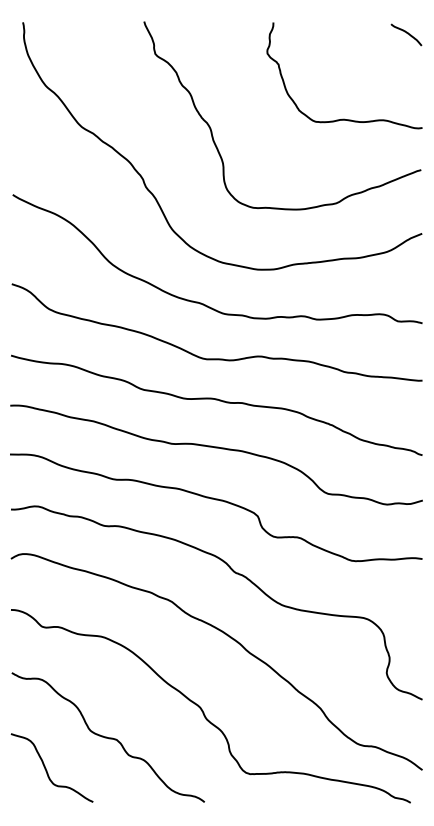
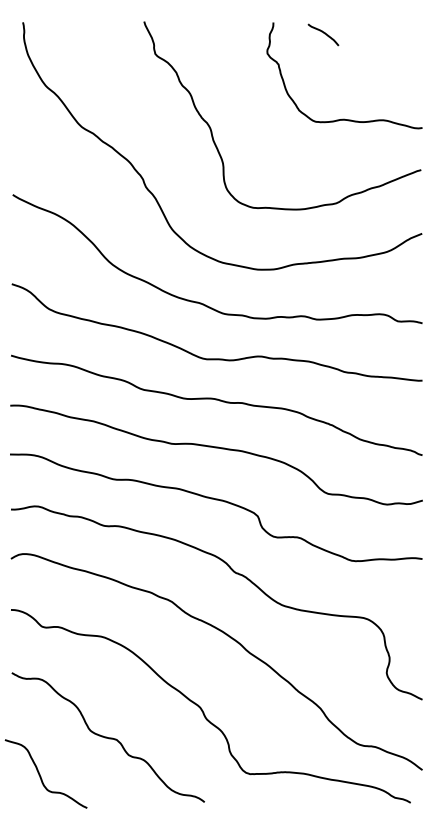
curve at (406, 33) position: (406, 33) -> (323, 33)
curve at (47, 770) position: (47, 770) -> (41, 776)
